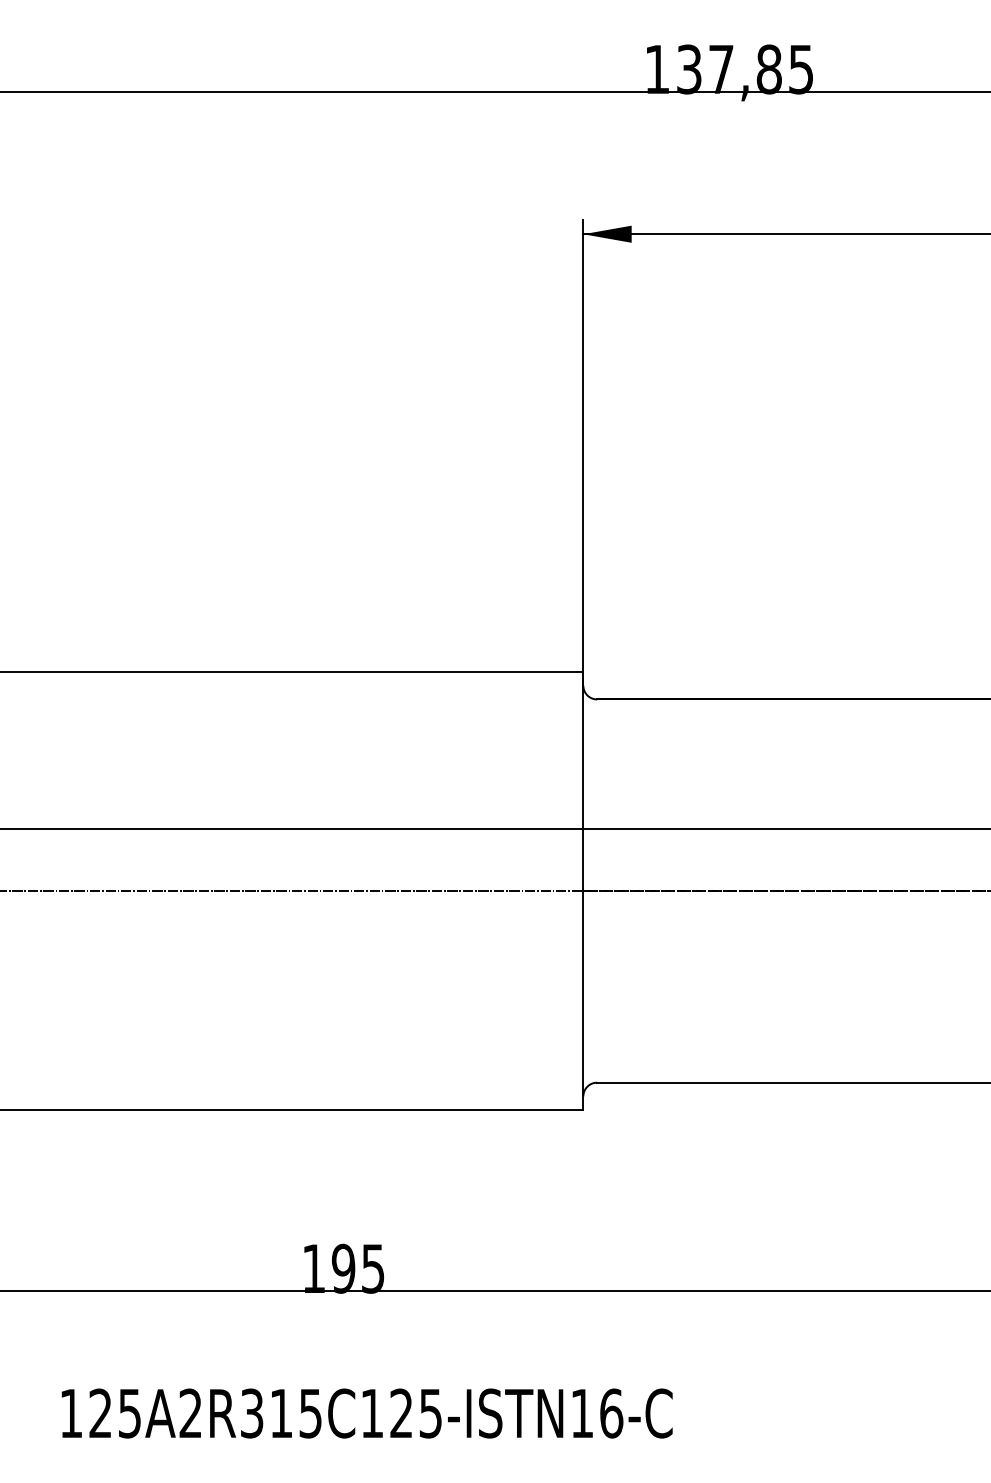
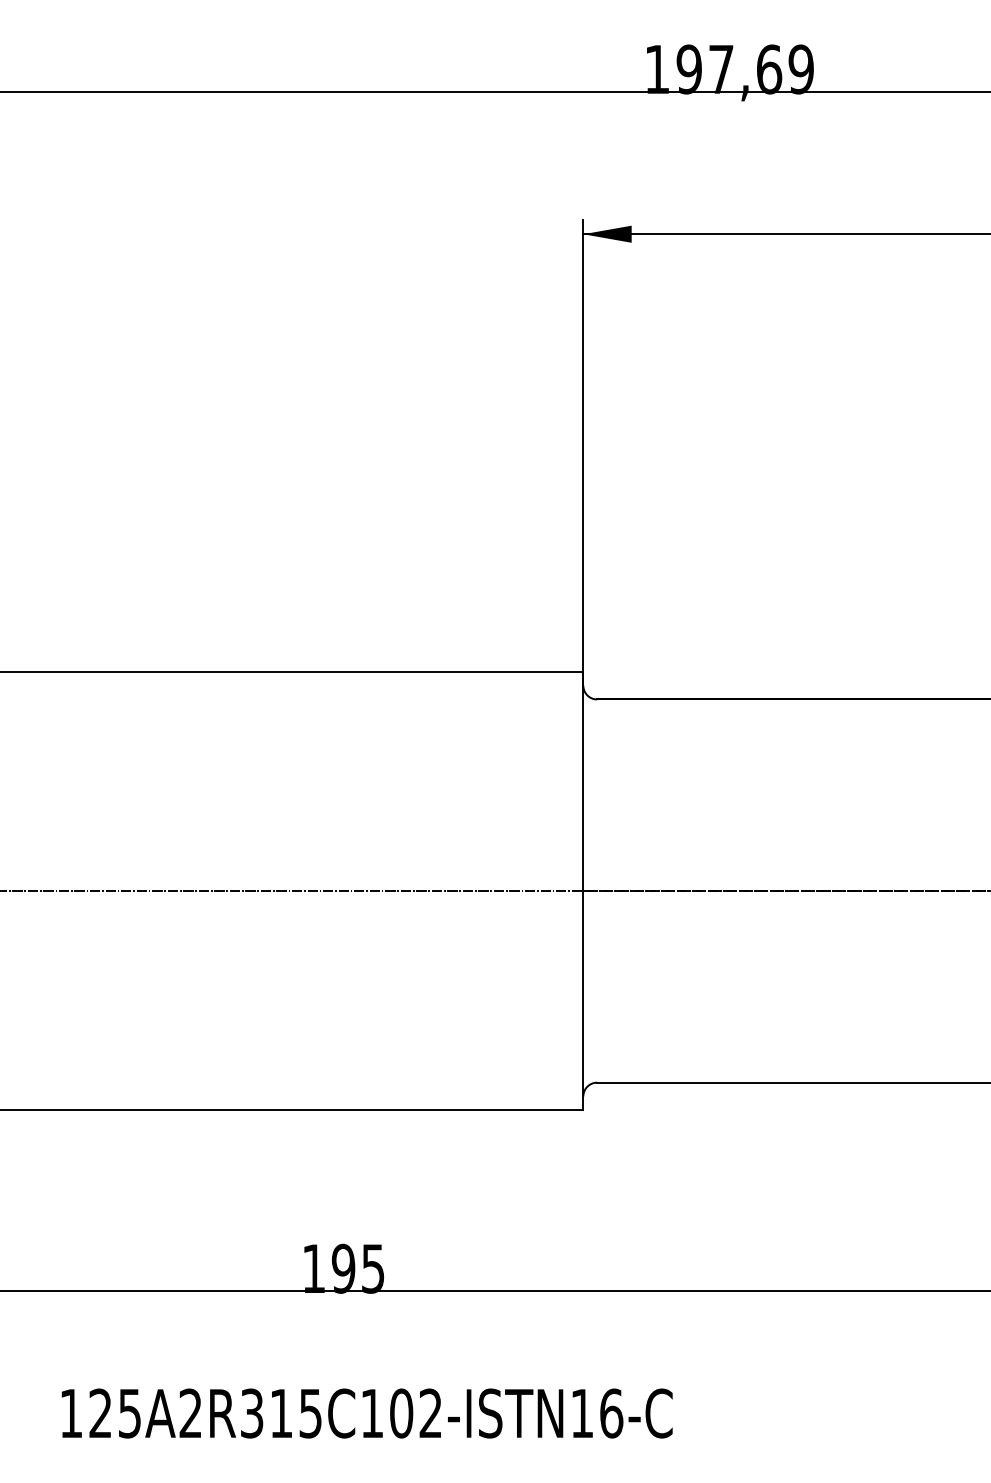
text at (744, 69): 137,85 -> 197,69
line at (494, 829): present -> none
text at (415, 1413): 125A2R315C125-ISTN16-C -> 125A2R315C102-ISTN16-C
